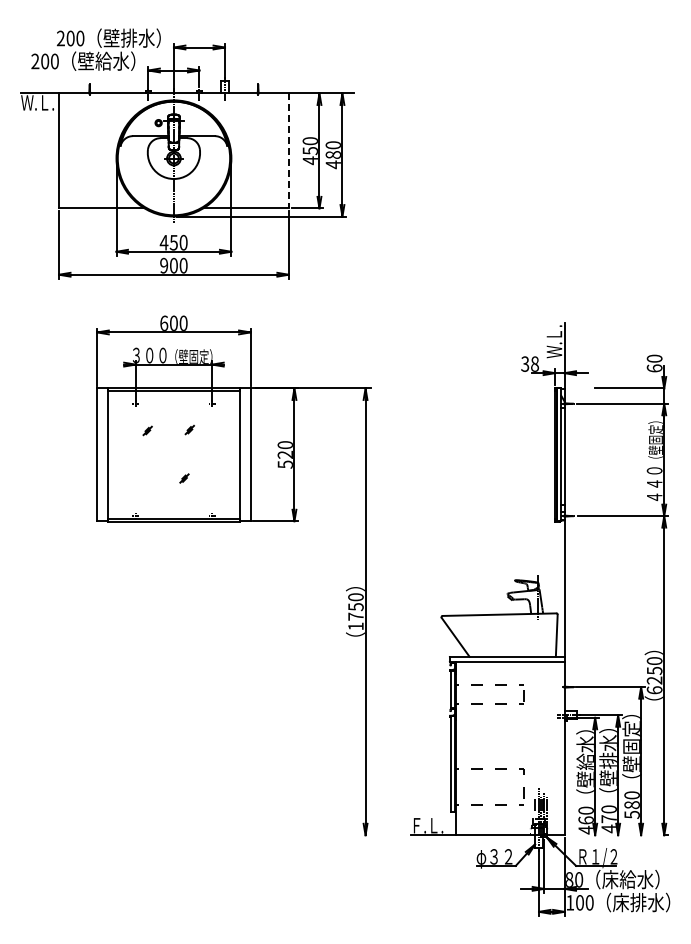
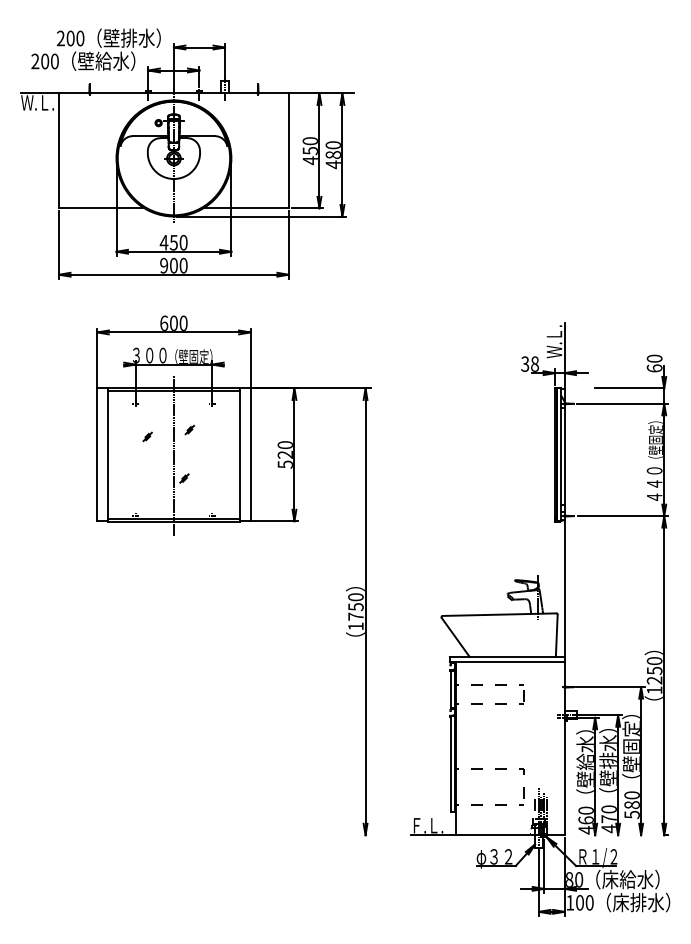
line at (288, 151): dashed -> solid
part at (147, 430) position: (147, 430) -> (147, 436)
line at (173, 456): none -> present
text at (654, 690): 6250 -> 1250
